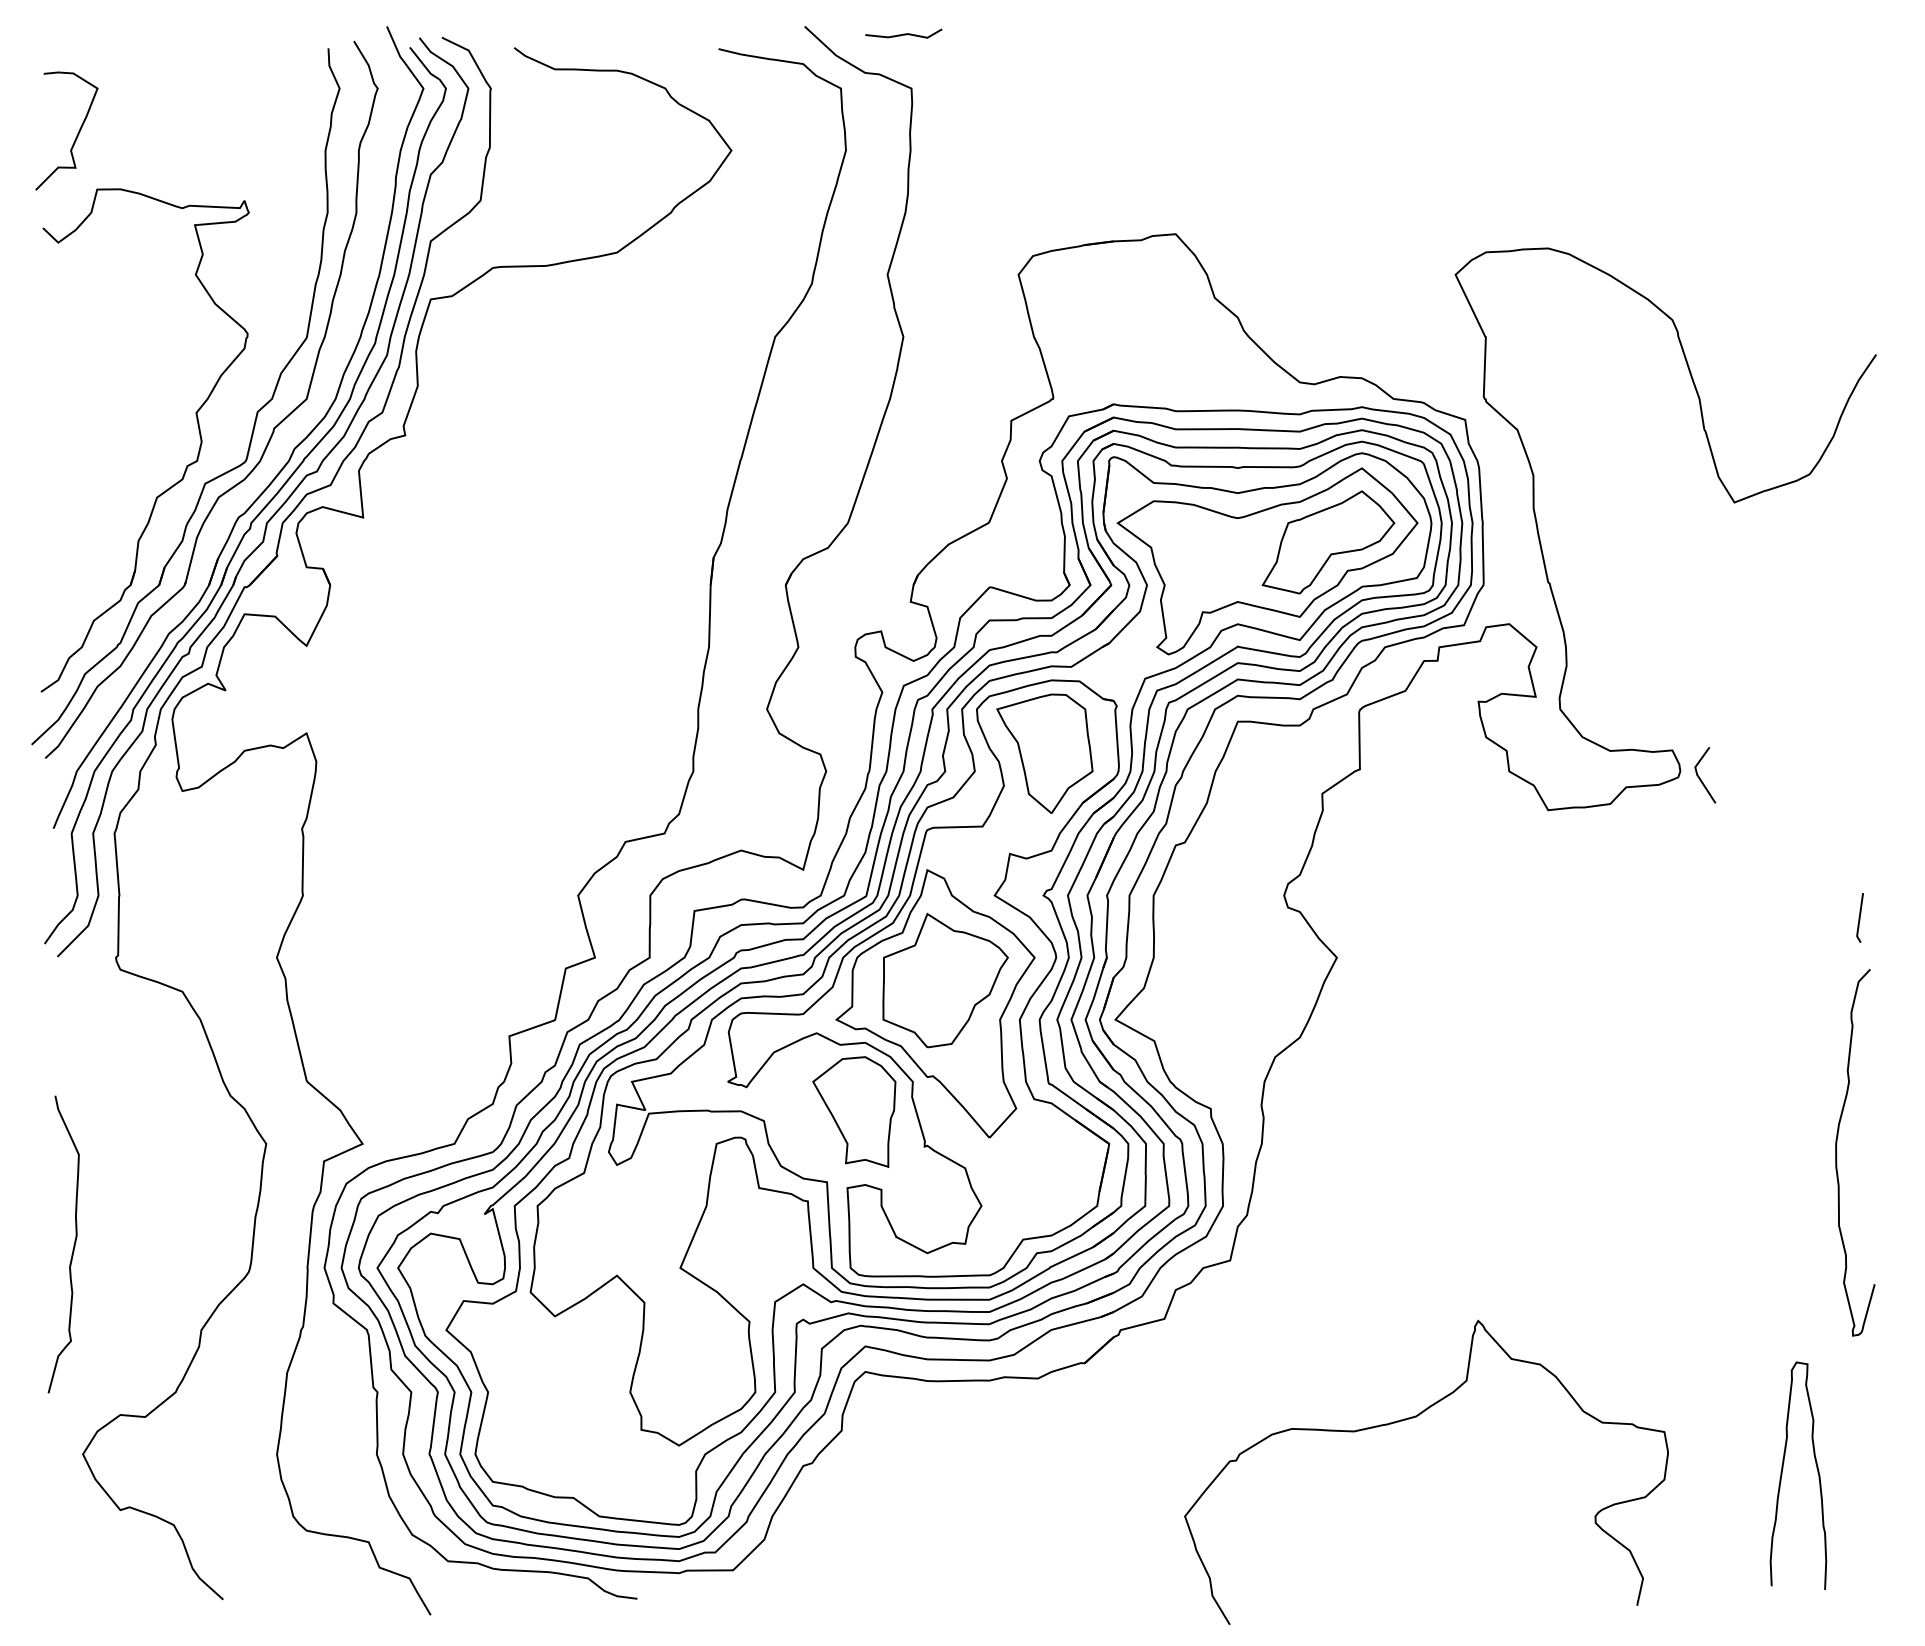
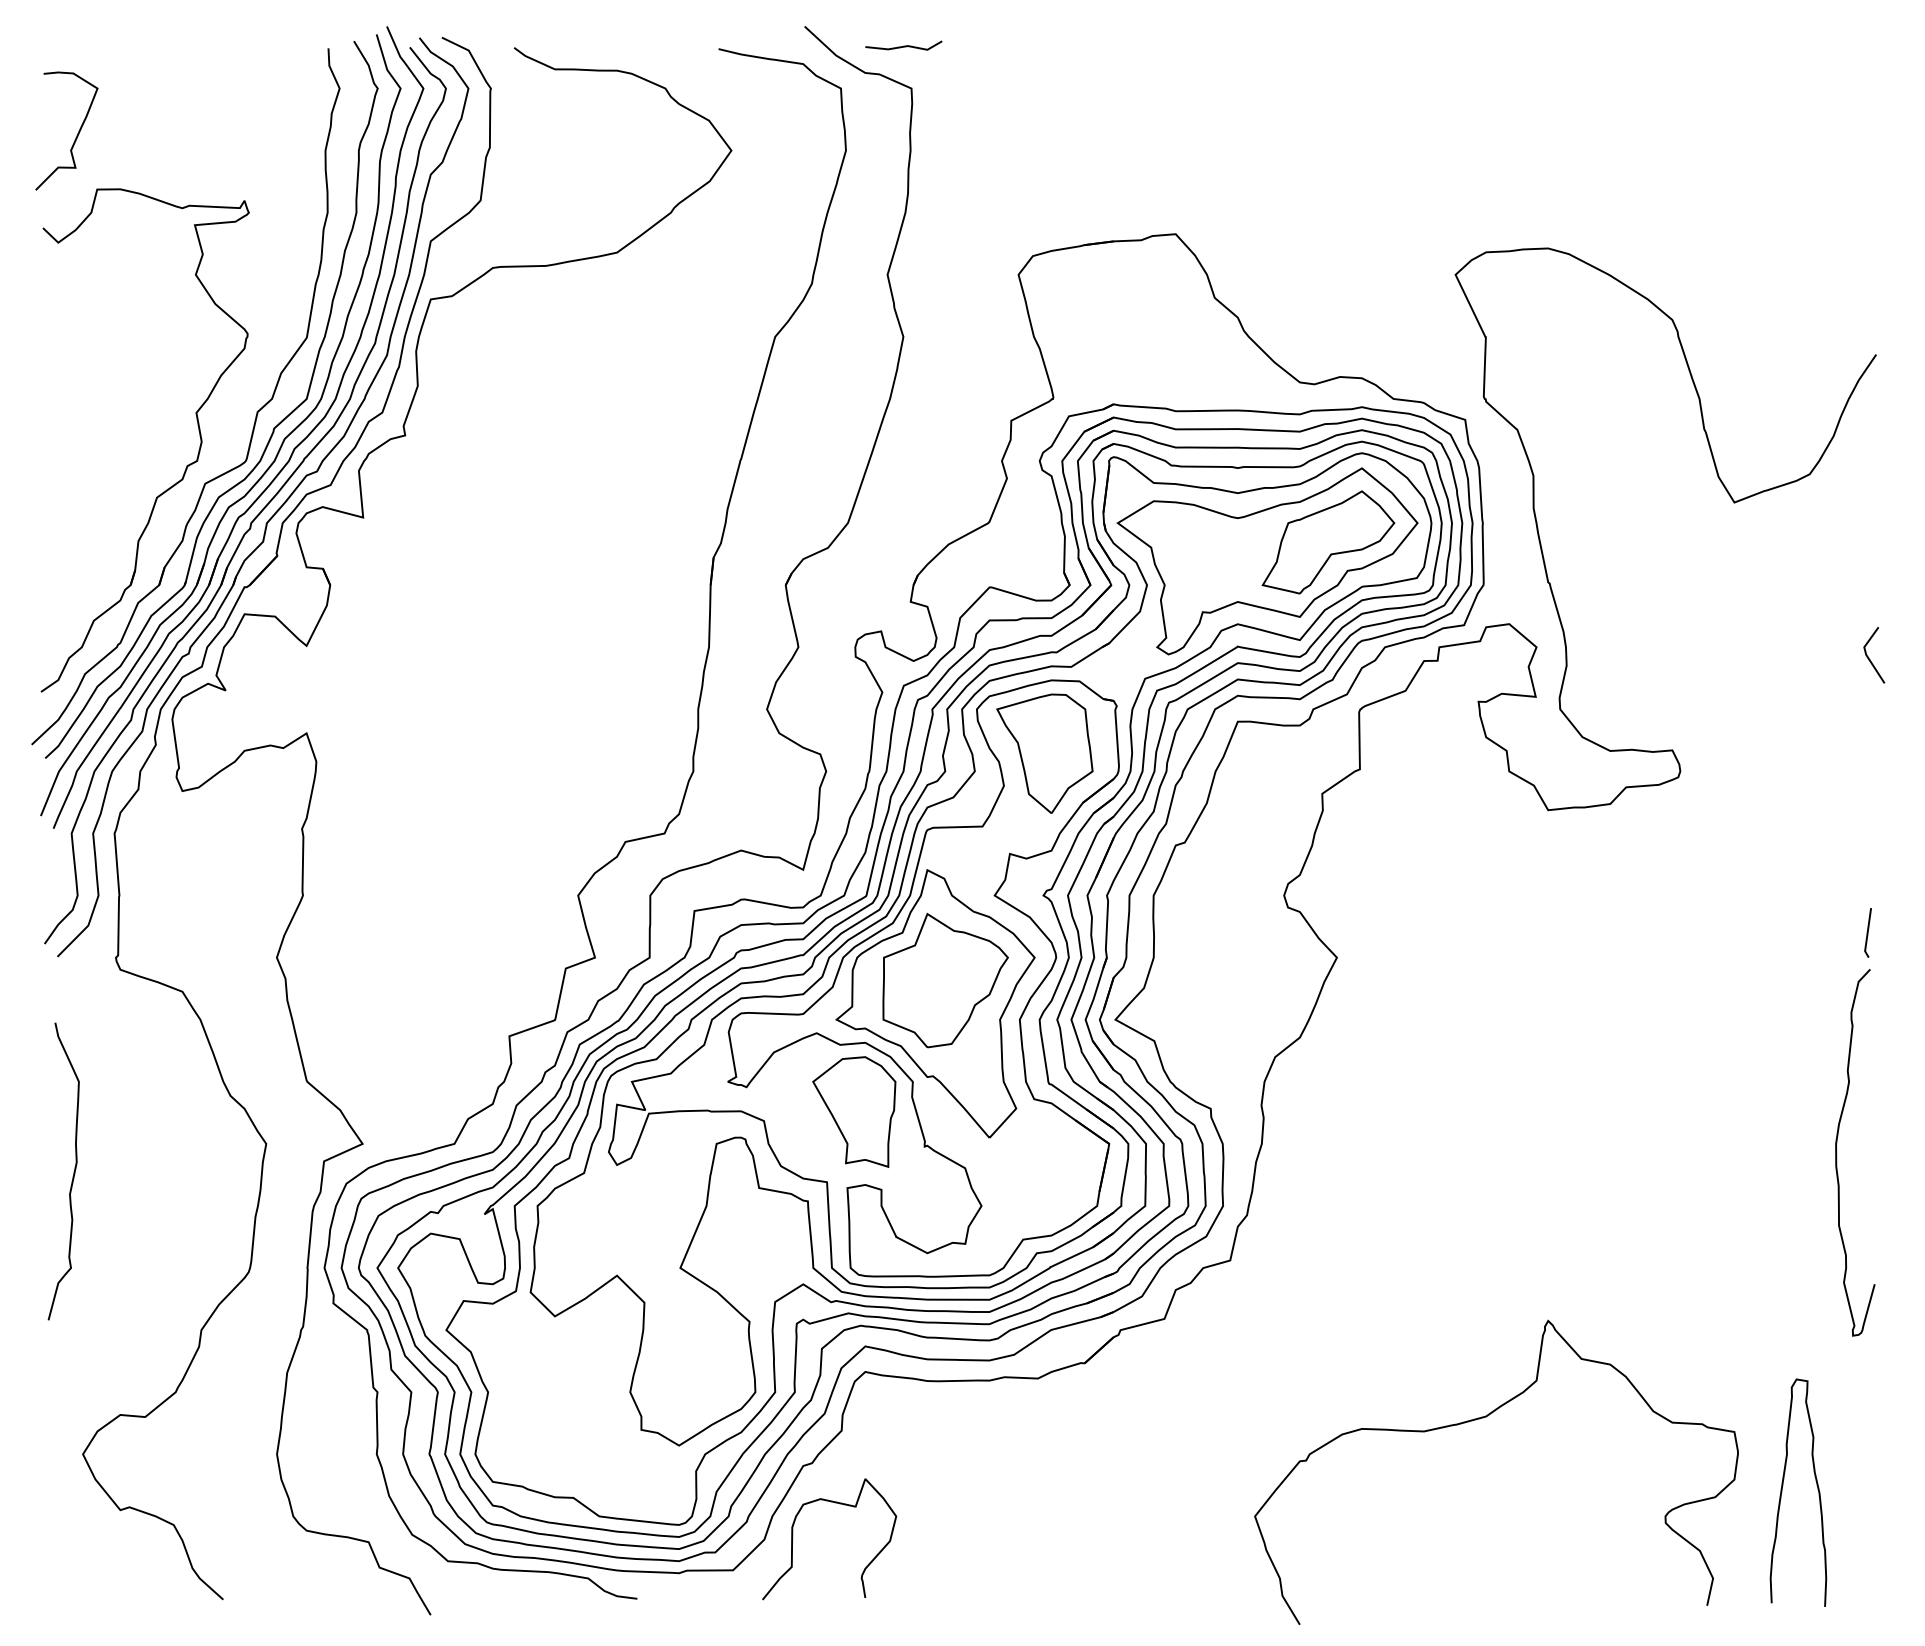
line at (903, 33) position: (903, 33) -> (903, 45)
part at (277, 451): none -> present
line at (1700, 777) position: (1700, 777) -> (1869, 657)
line at (1859, 917) position: (1859, 917) -> (1867, 932)
curve at (73, 1244) position: (73, 1244) -> (73, 1171)
curve at (1413, 1418) position: (1413, 1418) -> (1483, 1418)
curve at (1782, 1475) position: (1782, 1475) -> (1782, 1492)
curve at (793, 1537): none -> present
